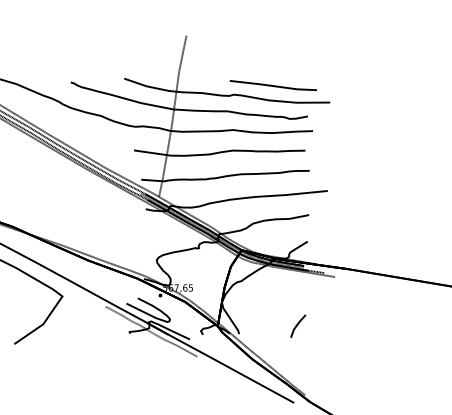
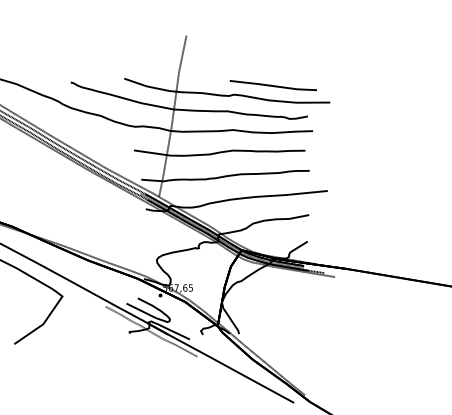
line at (298, 325): present -> none
